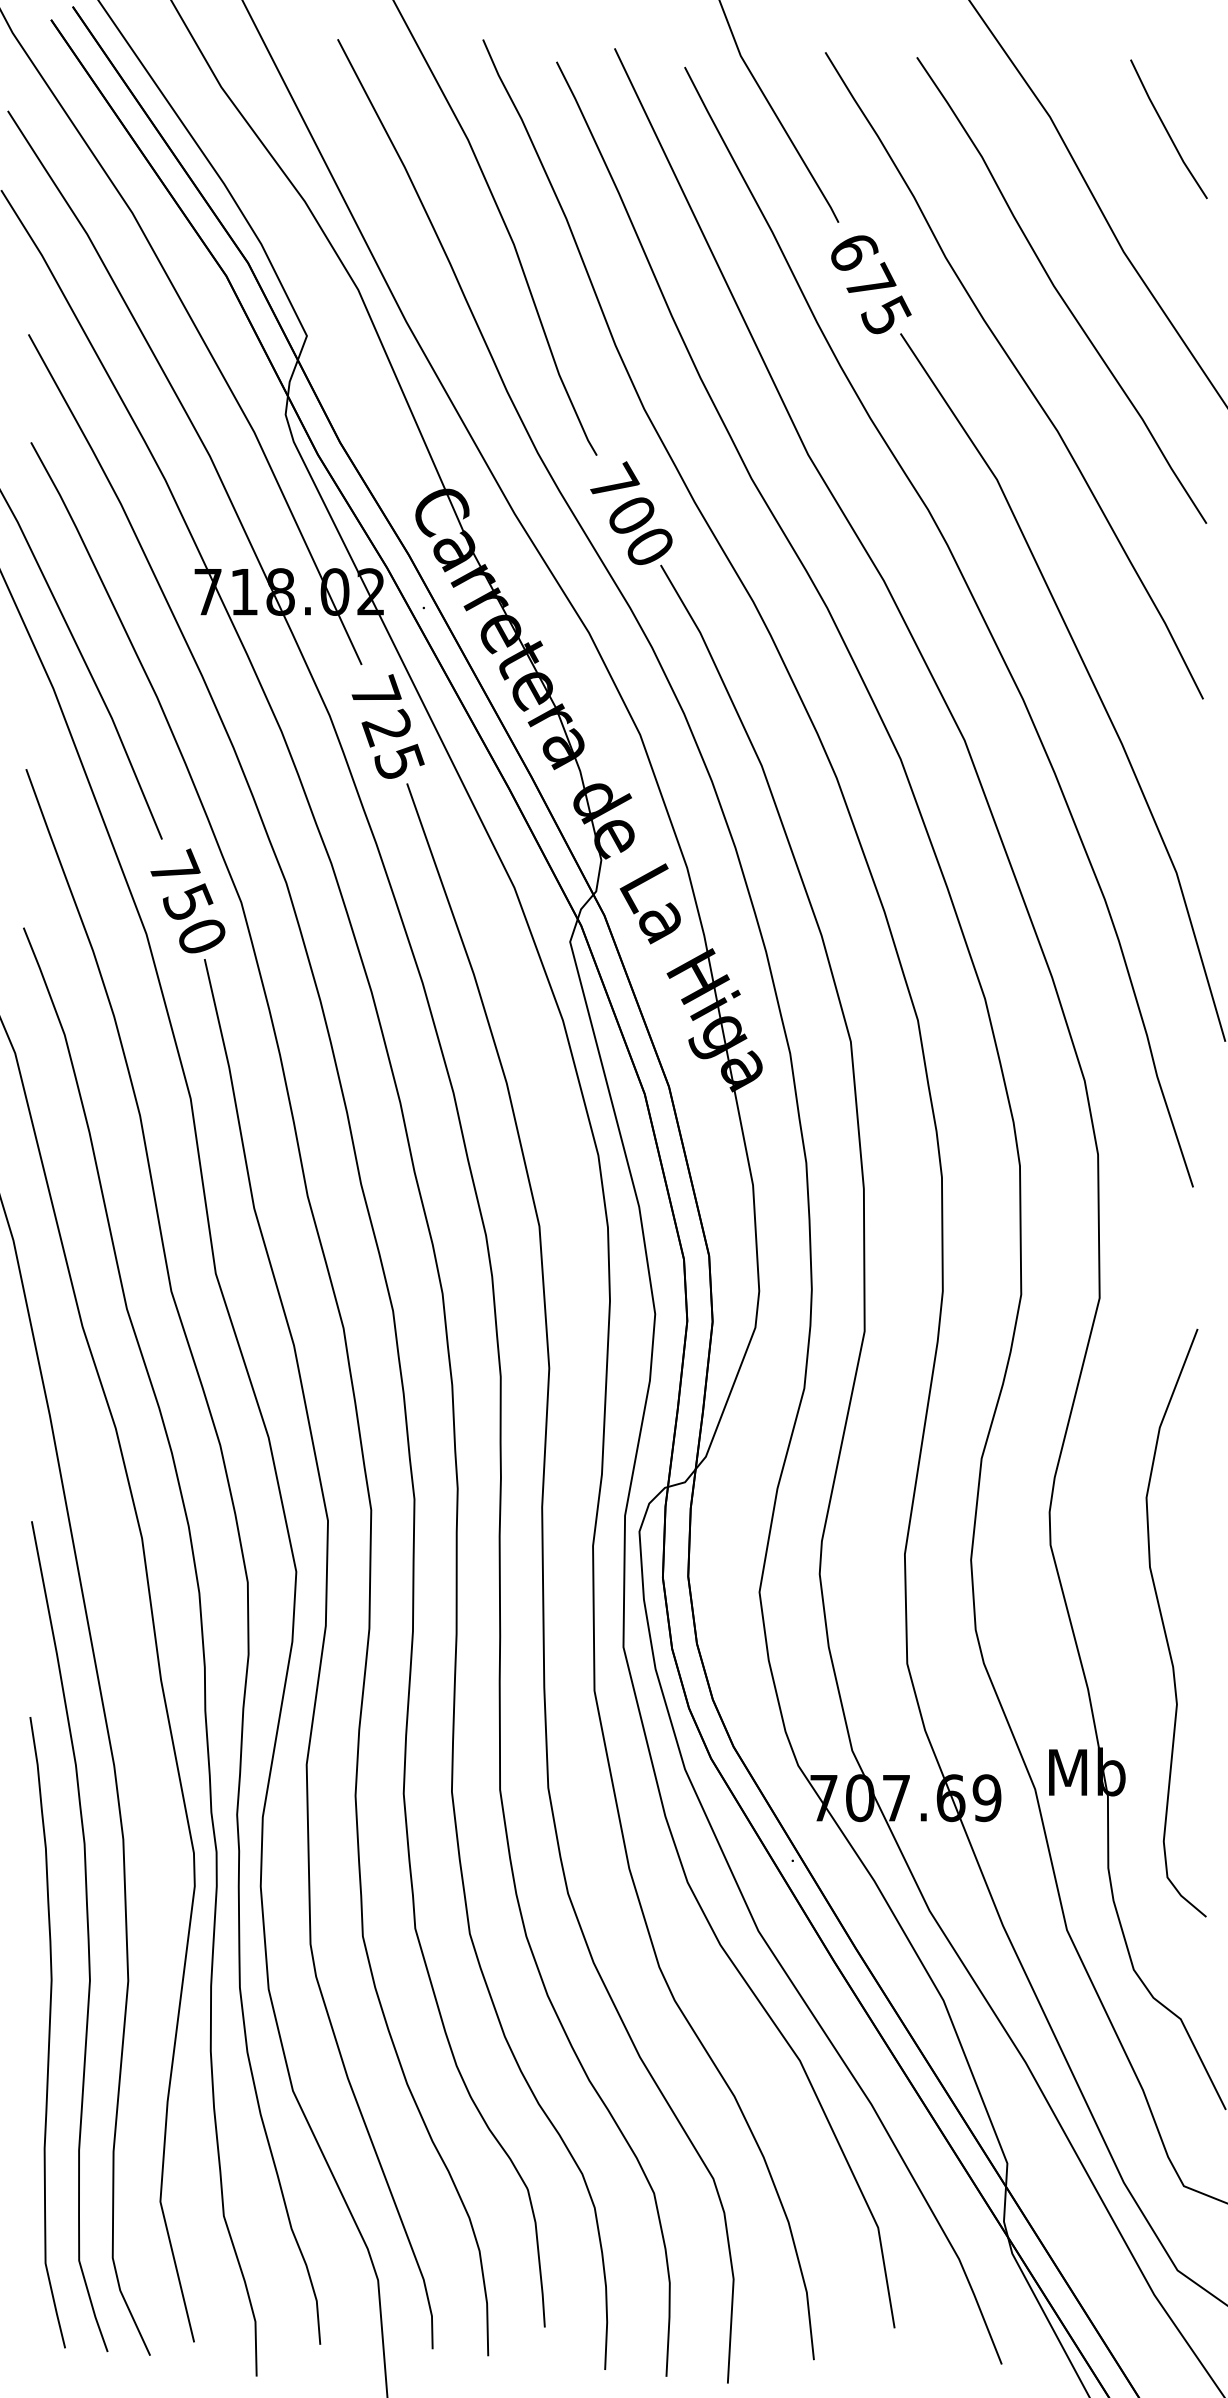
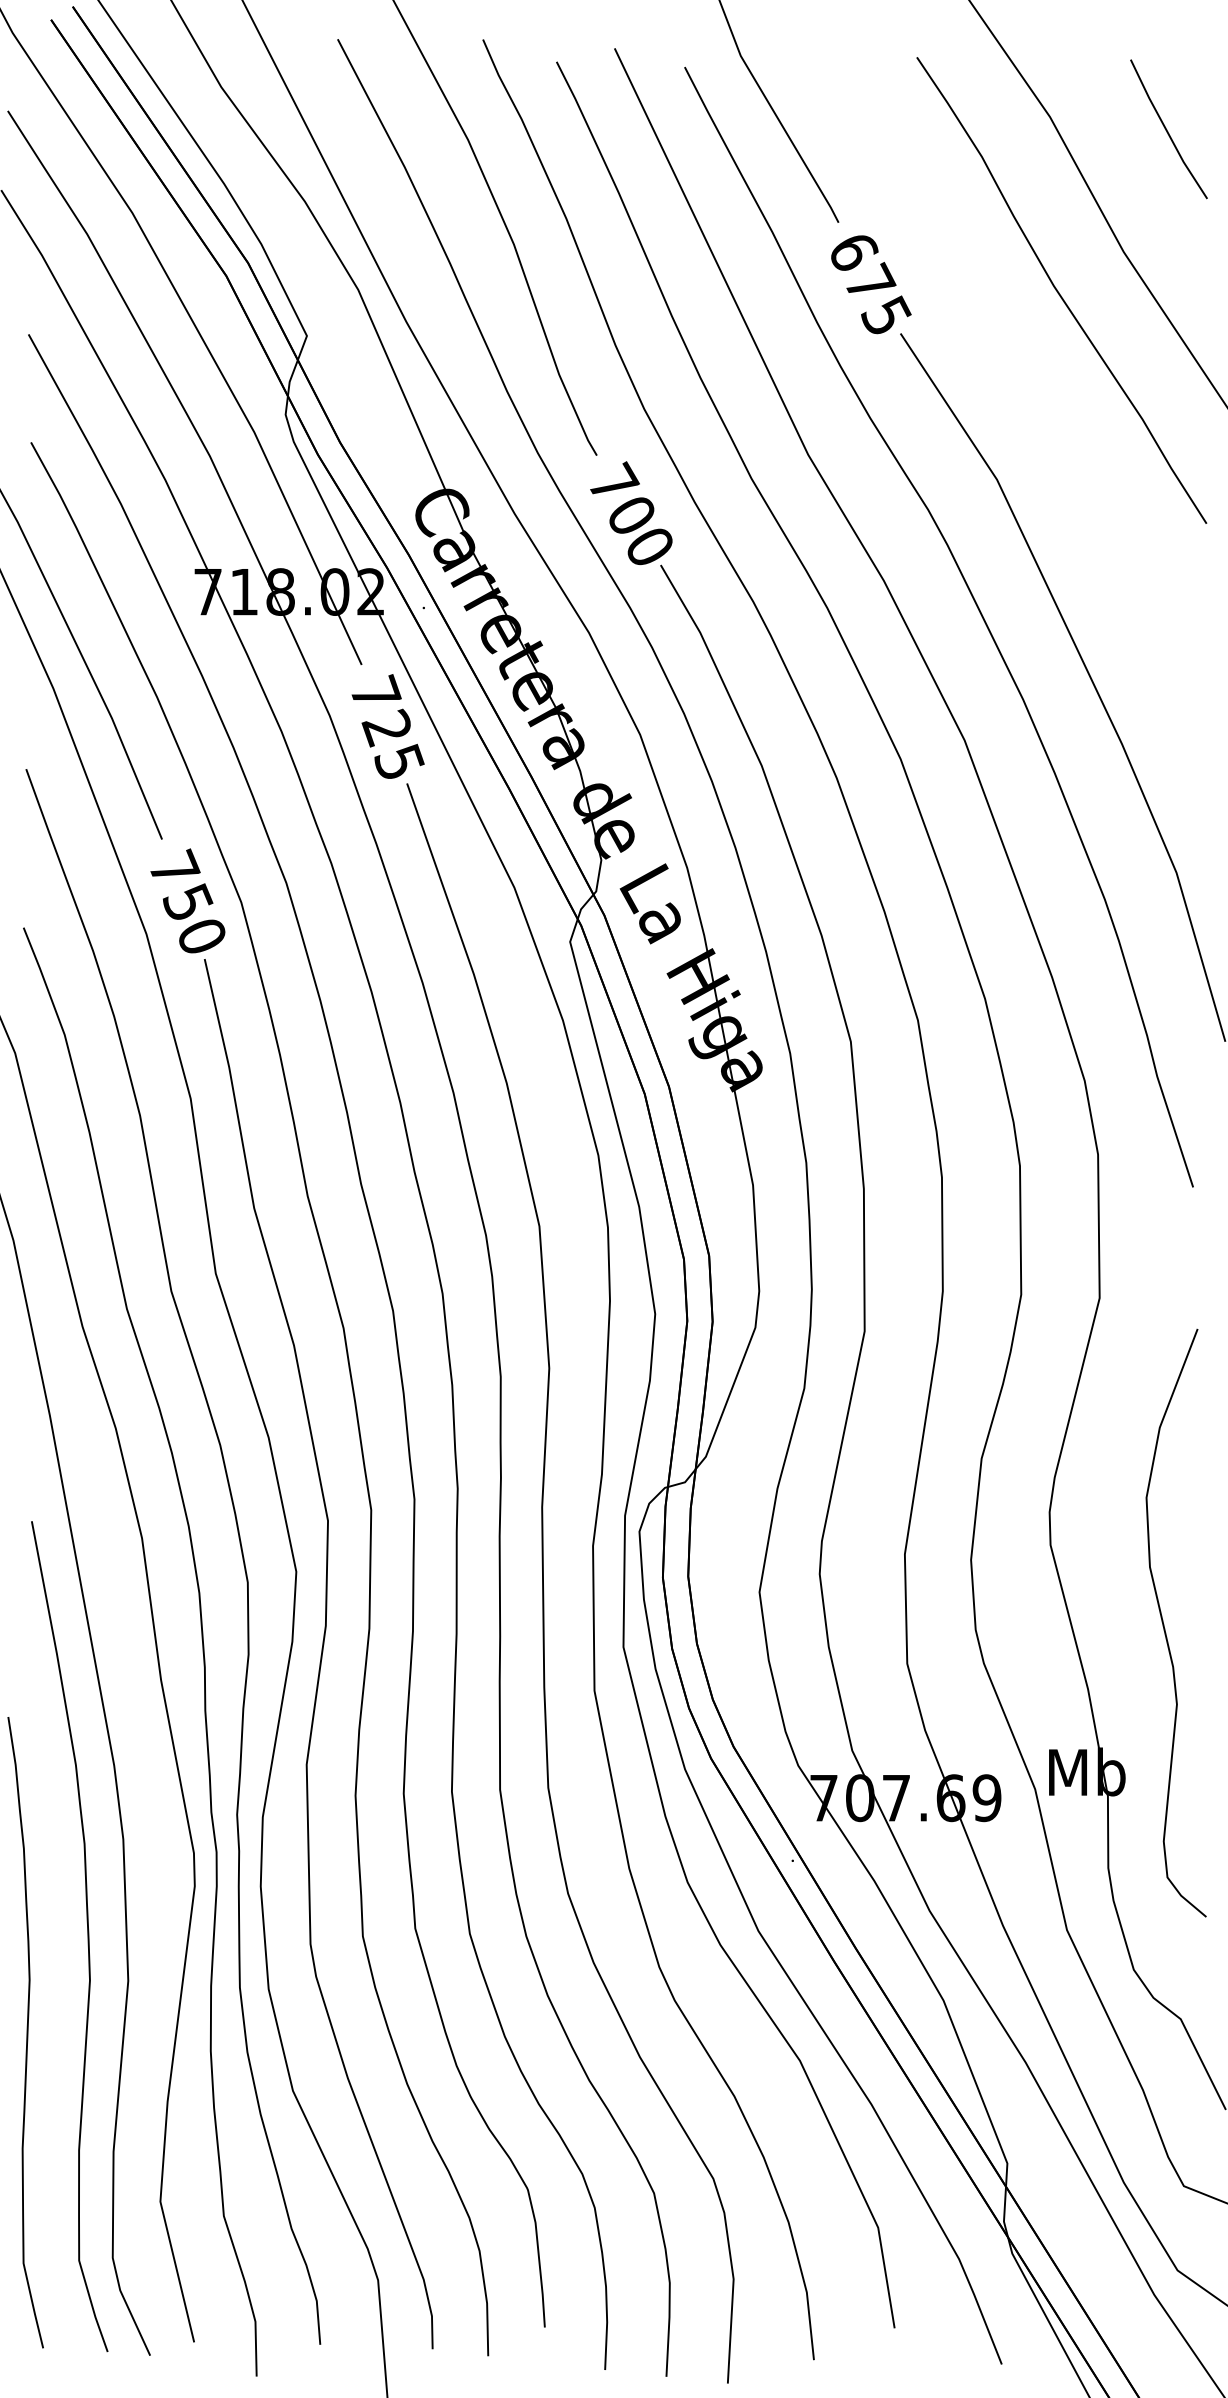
curve at (1018, 374): present -> none
curve at (48, 2032) position: (48, 2032) -> (26, 2032)
